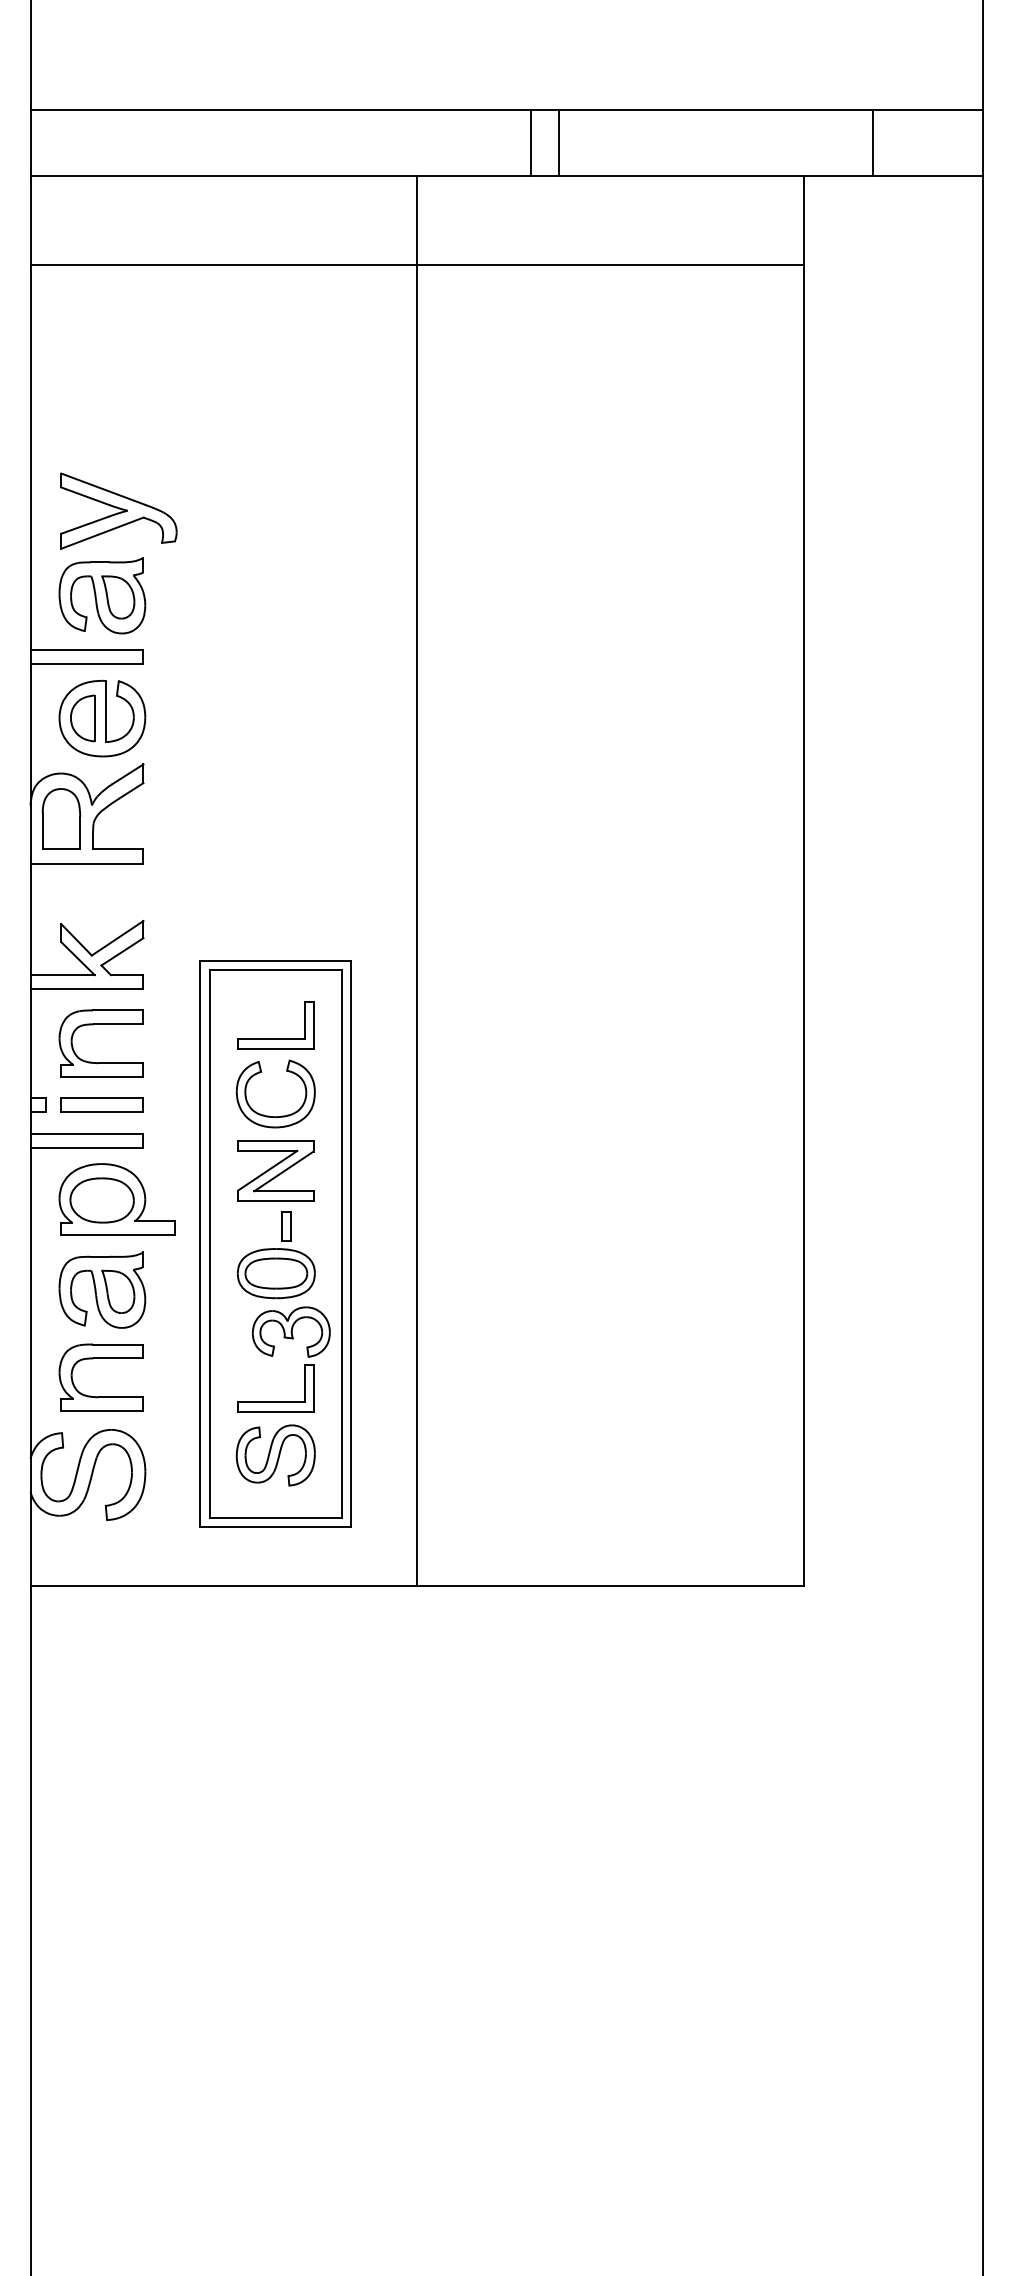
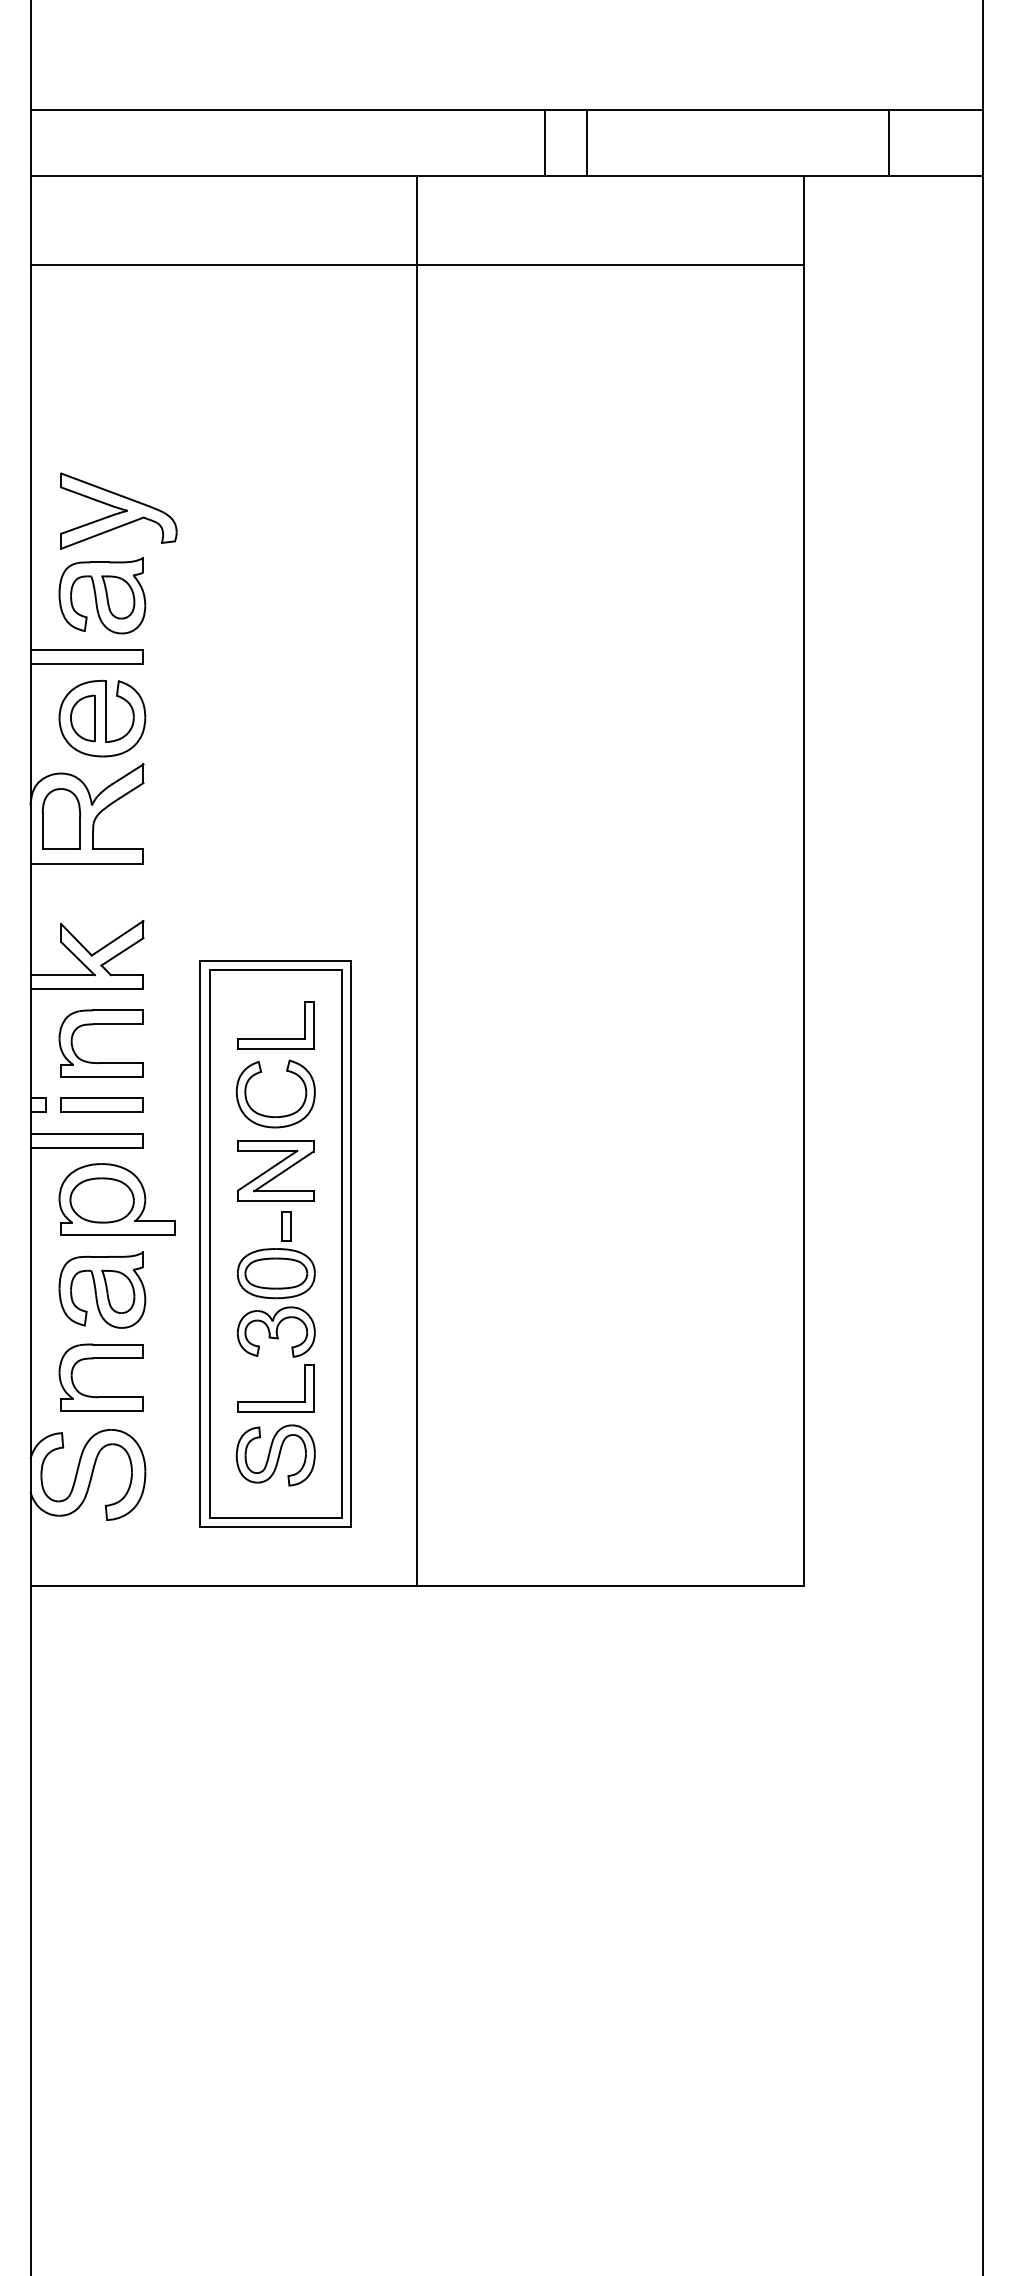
line at (530, 143) position: (530, 143) -> (544, 143)
line at (559, 143) position: (559, 143) -> (587, 143)
line at (873, 143) position: (873, 143) -> (889, 143)
part at (291, 1331) position: (291, 1331) -> (276, 1331)
